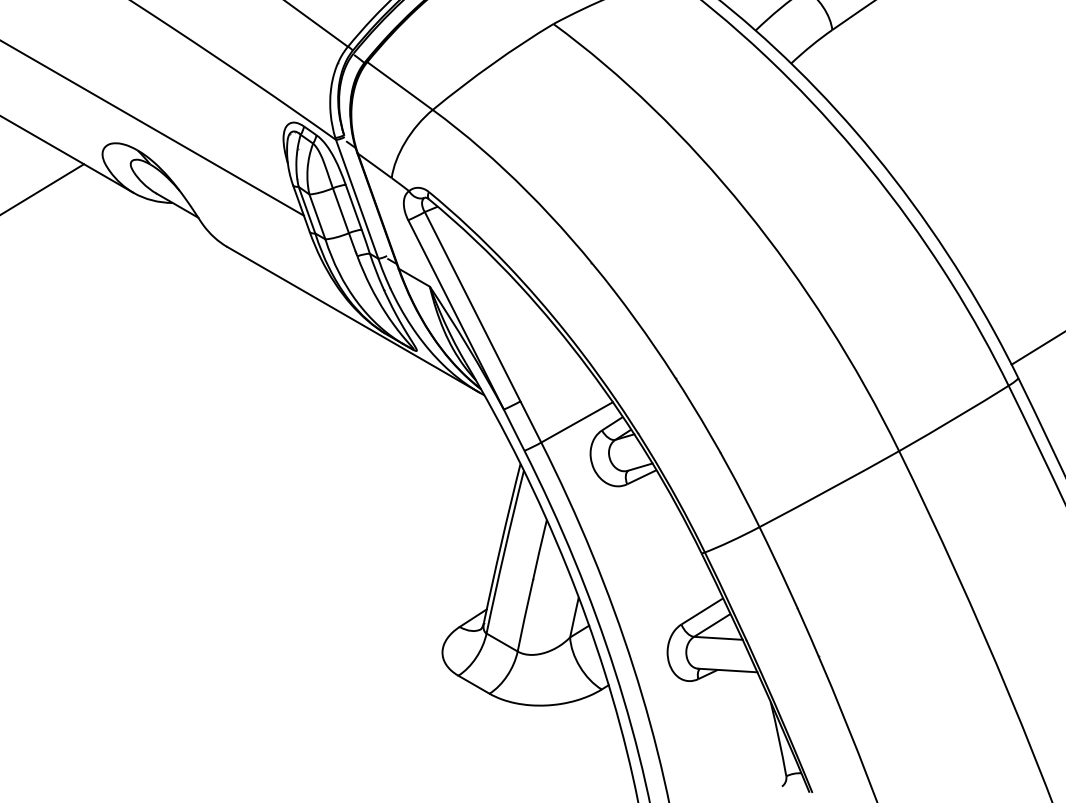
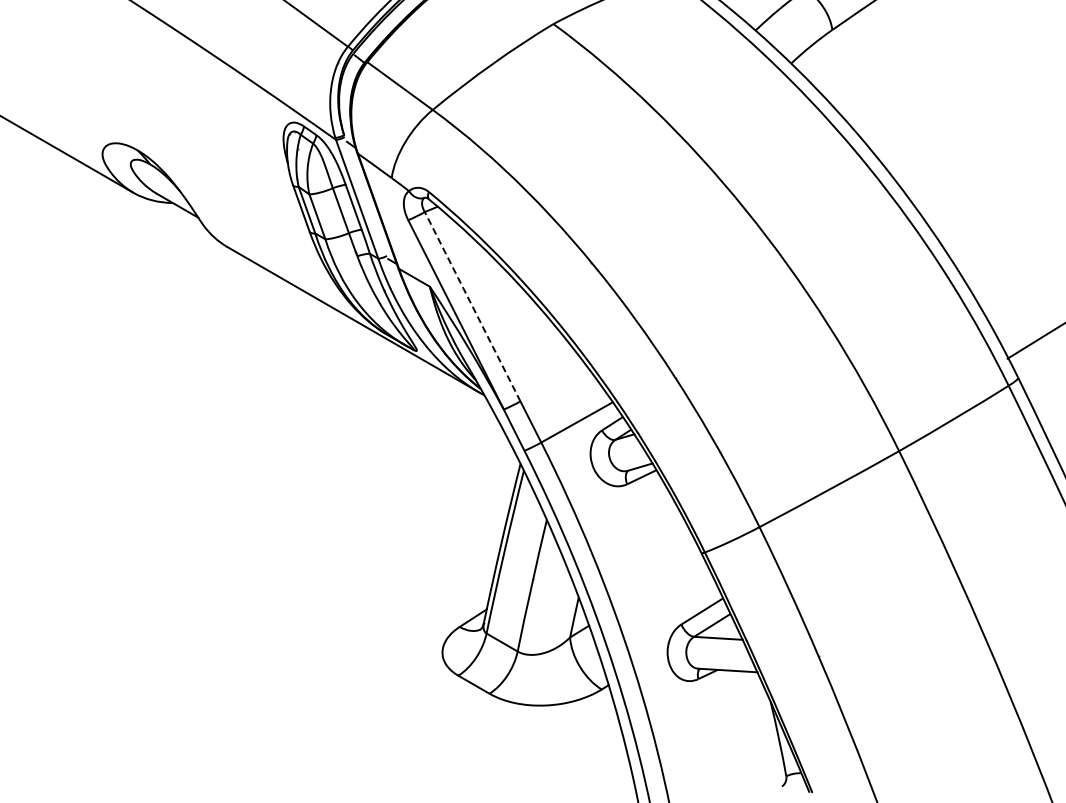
line at (152, 128): present -> none
line at (43, 188): present -> none
line at (472, 306): solid -> dashed
line at (1036, 348) position: (1036, 348) -> (1034, 341)
